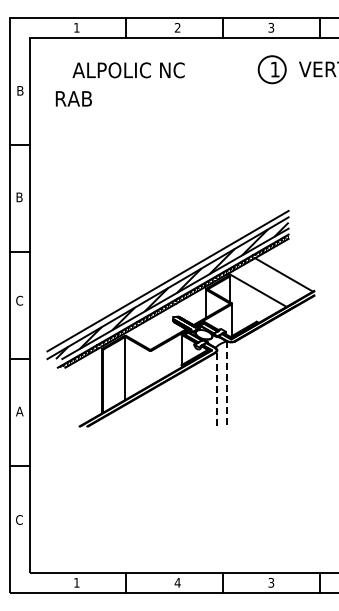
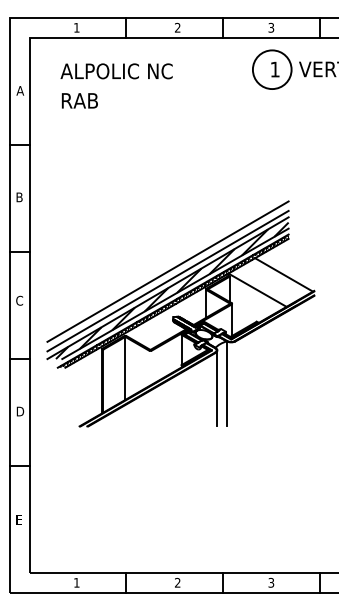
circle at (271, 69) diameter: 27 px -> 39 px
text at (128, 70) position: (128, 70) -> (116, 71)
text at (20, 90): B -> A
text at (73, 98) position: (73, 98) -> (79, 100)
line at (167, 271): none -> present
line at (226, 384): dashed -> solid
line at (217, 388): dashed -> solid
text at (20, 411): A -> D
text at (19, 519): C -> E
text at (177, 582): 4 -> 2
